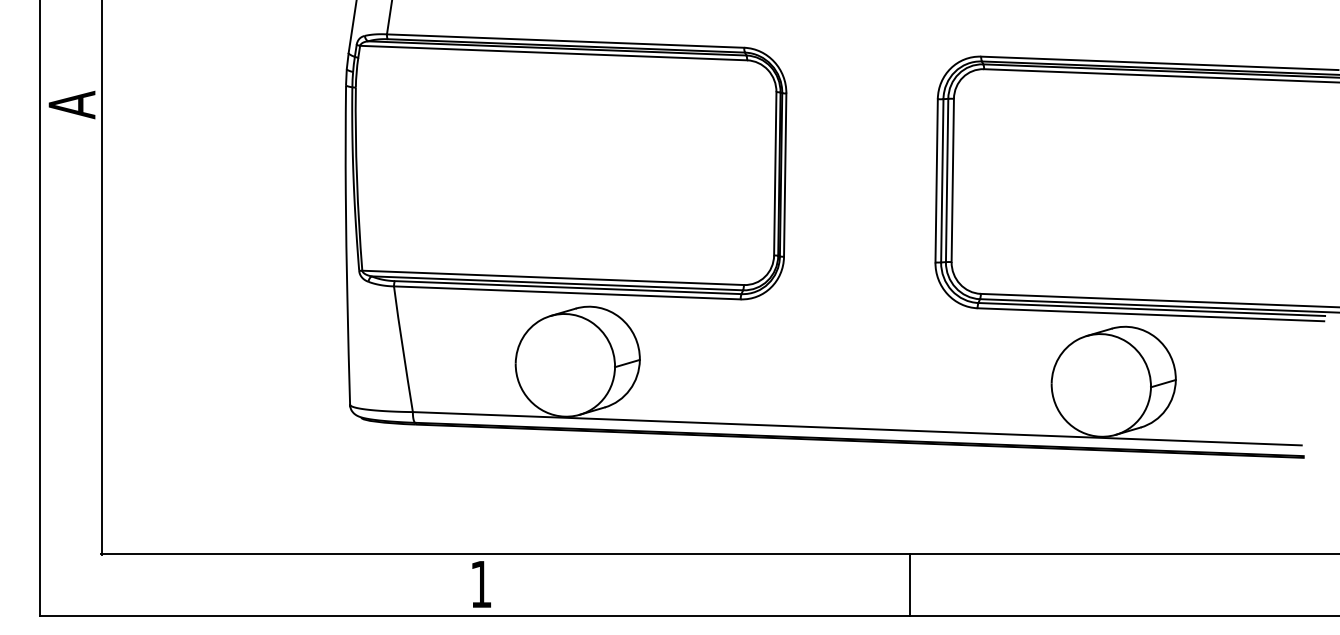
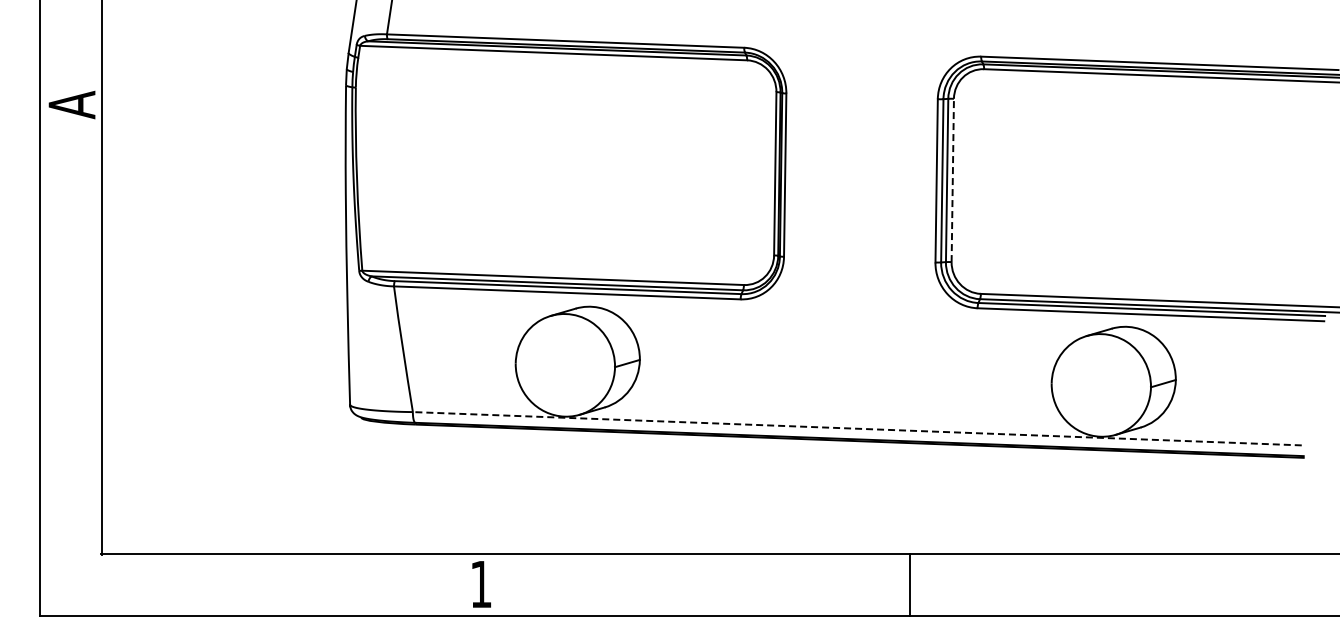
line at (952, 180): solid -> dashed
line at (857, 428): solid -> dashed
